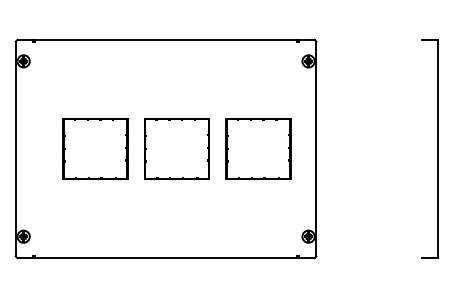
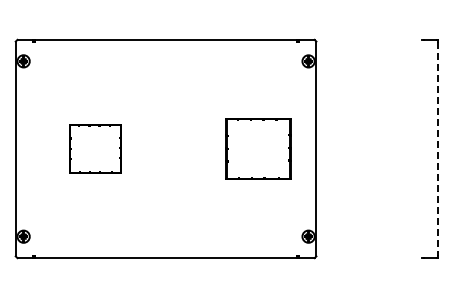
part at (95, 148) size: 67x62 px -> 53x50 px
part at (176, 148): present -> none
line at (438, 149): solid -> dashed
